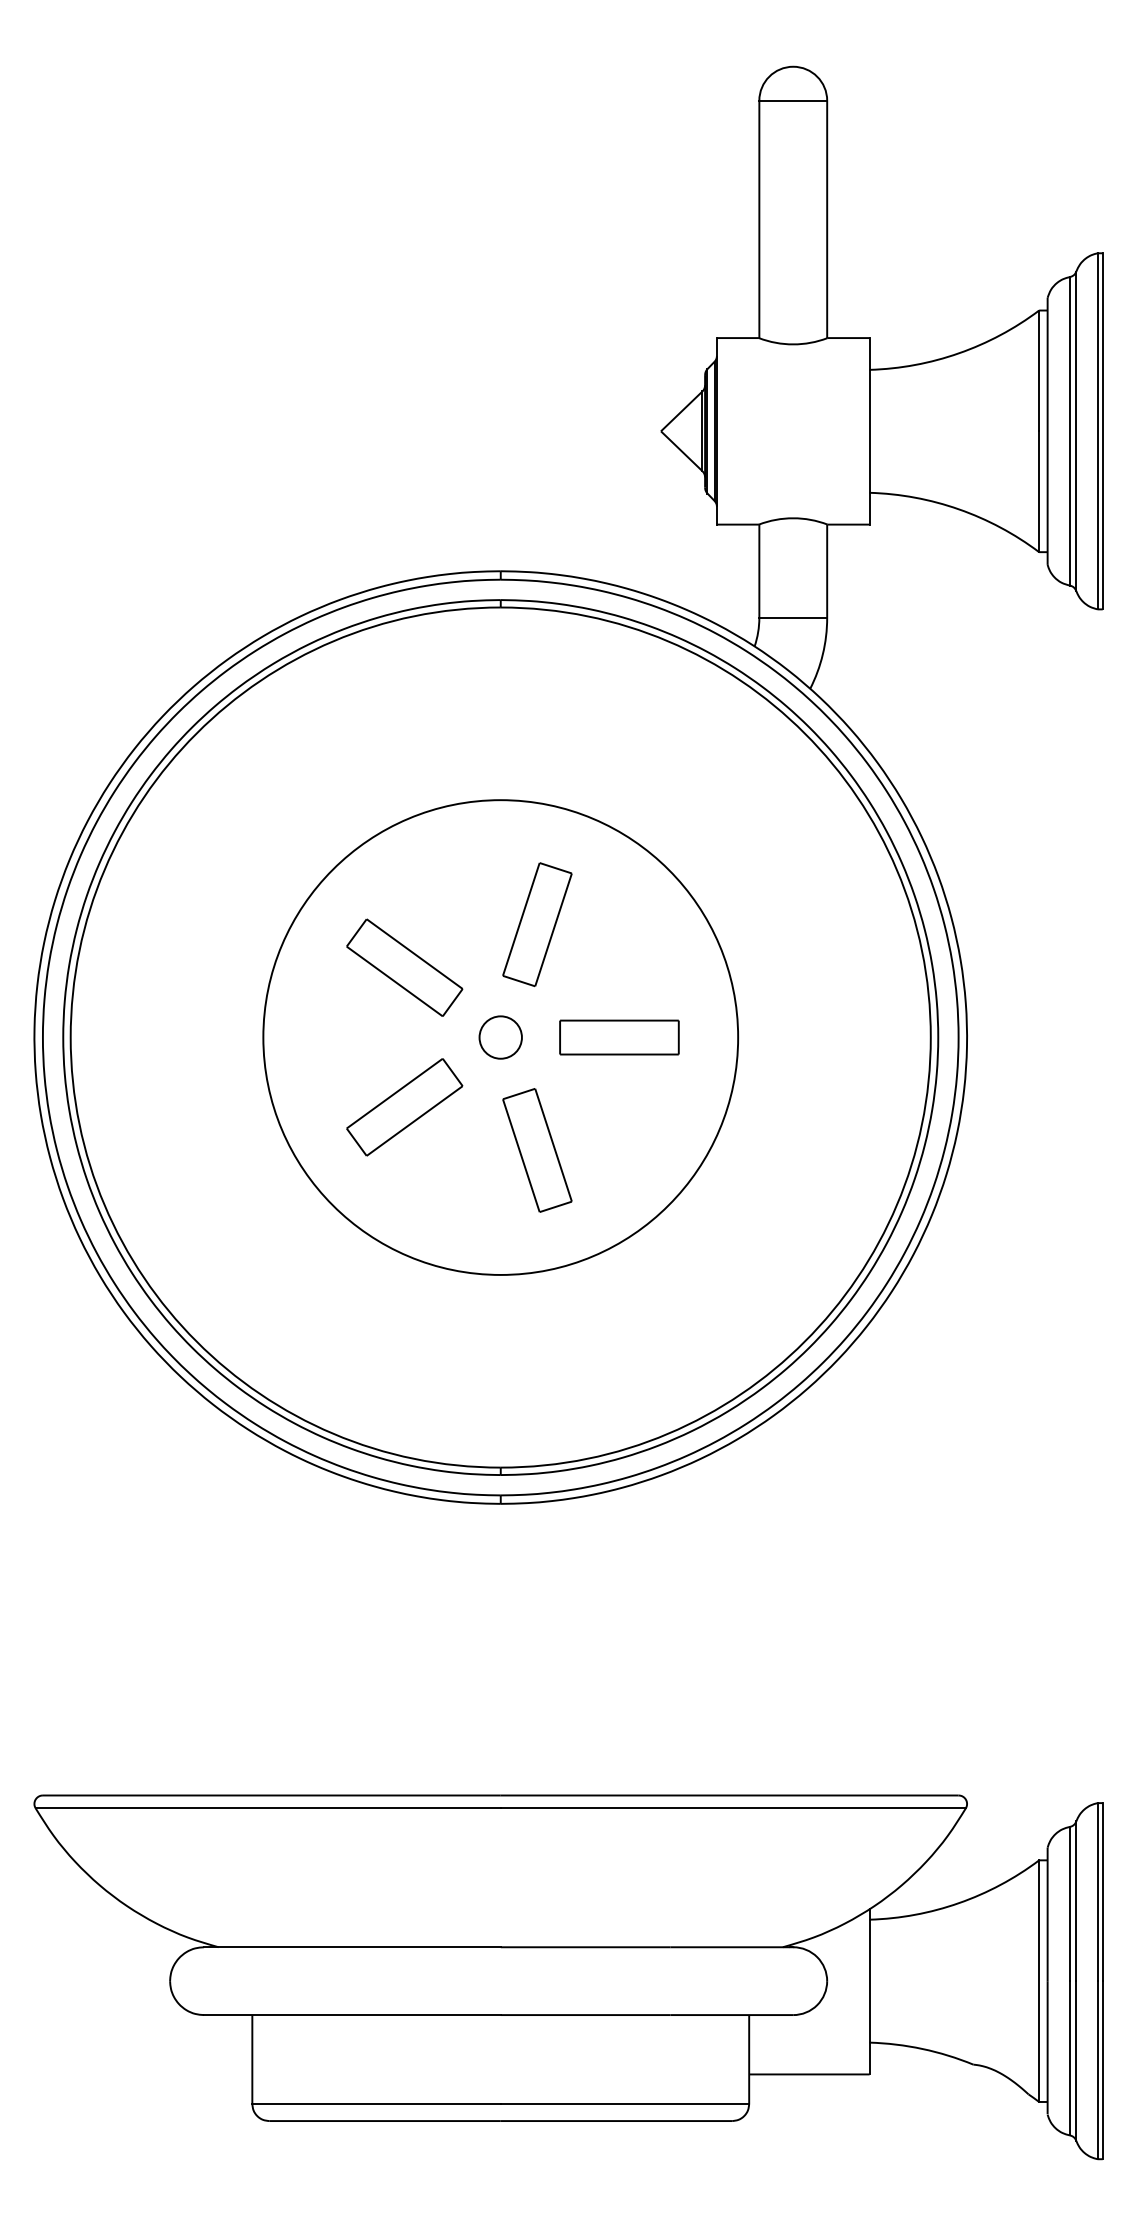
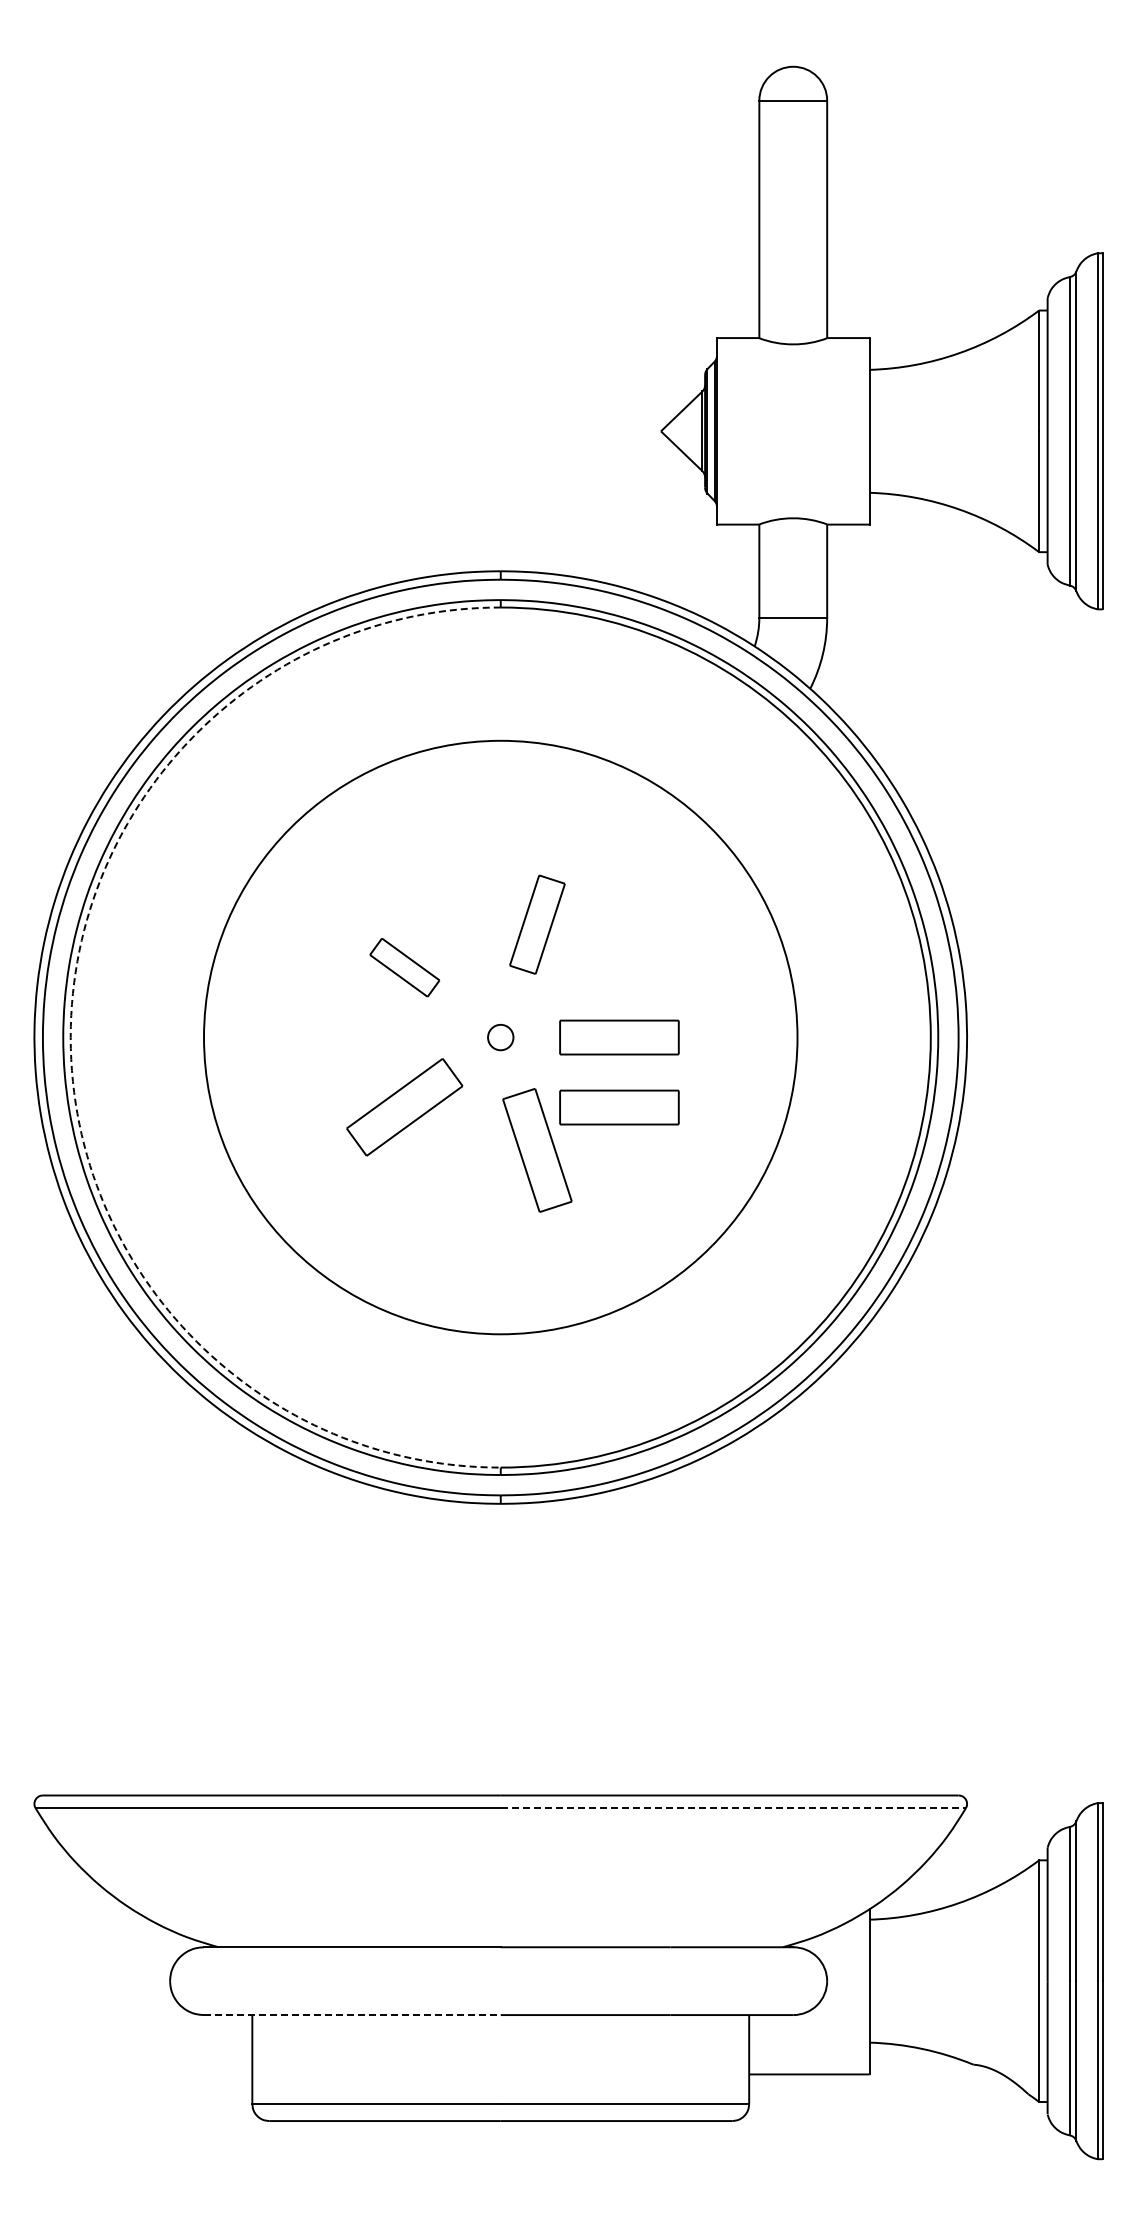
part at (537, 924) size: 71x126 px -> 57x101 px
part at (404, 967) size: 118x99 px -> 71x60 px
arc at (70, 1037): solid -> dashed
circle at (500, 1037) diameter: 42 px -> 25 px
circle at (500, 1037) diameter: 475 px -> 593 px
part at (619, 1107): none -> present
line at (733, 1808): solid -> dashed
line at (352, 2015): solid -> dashed
